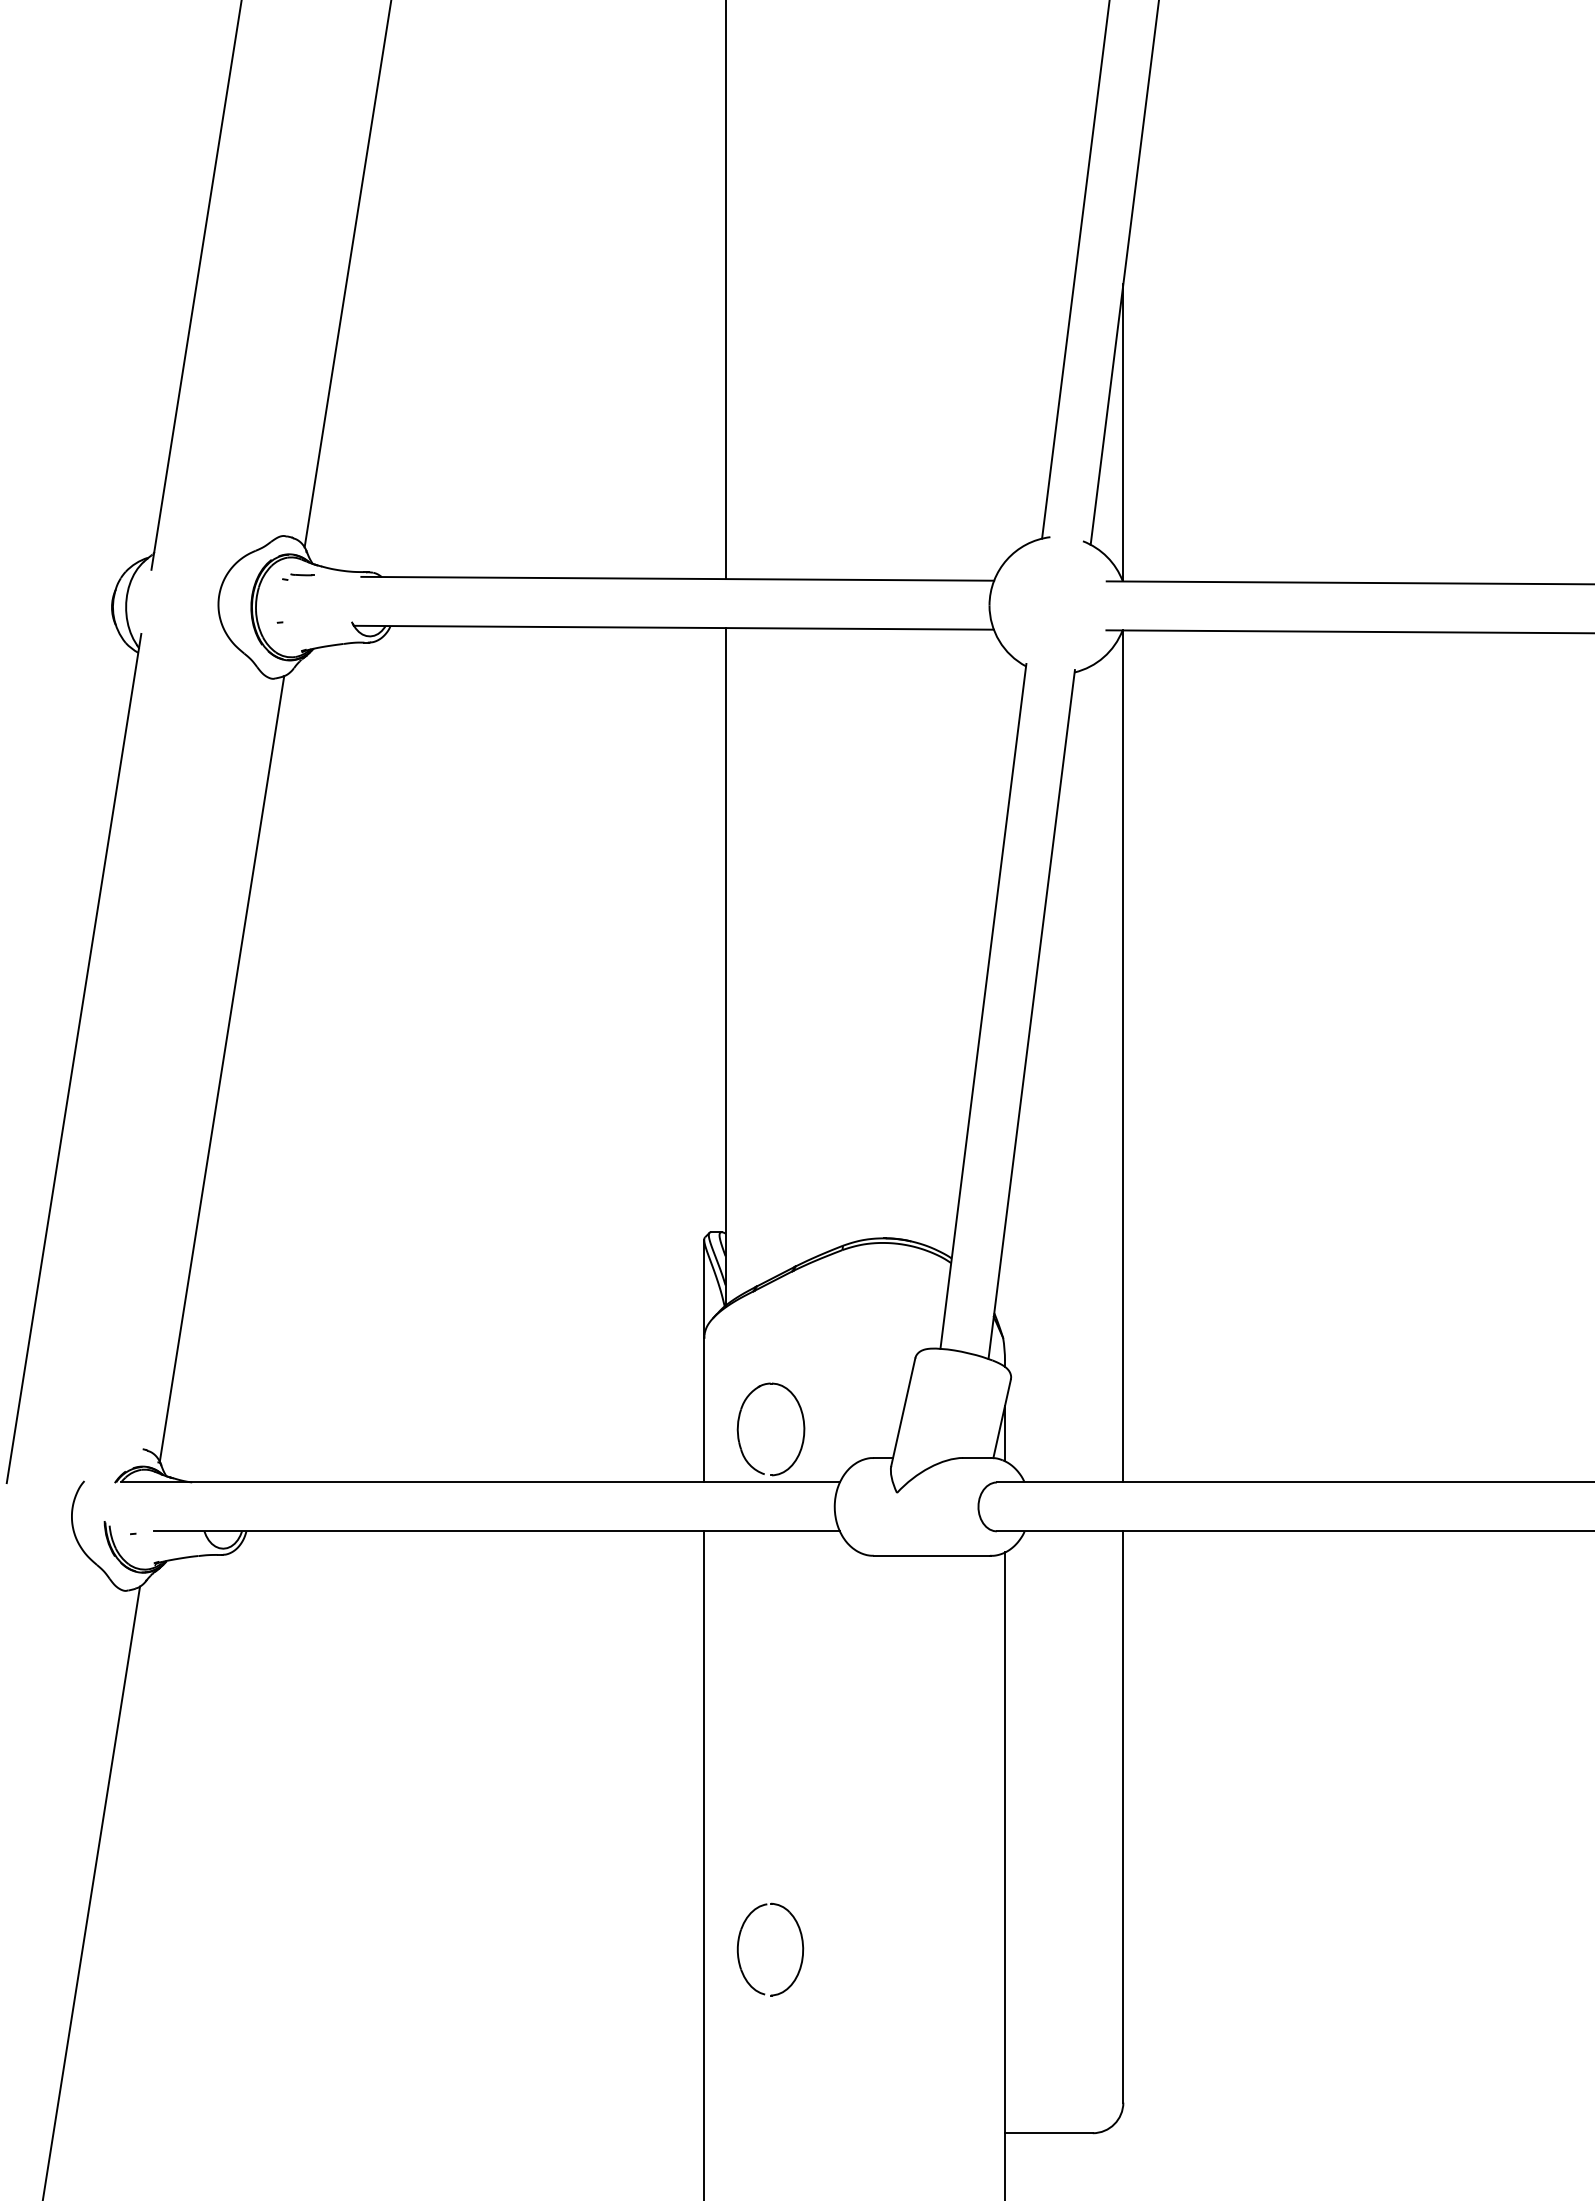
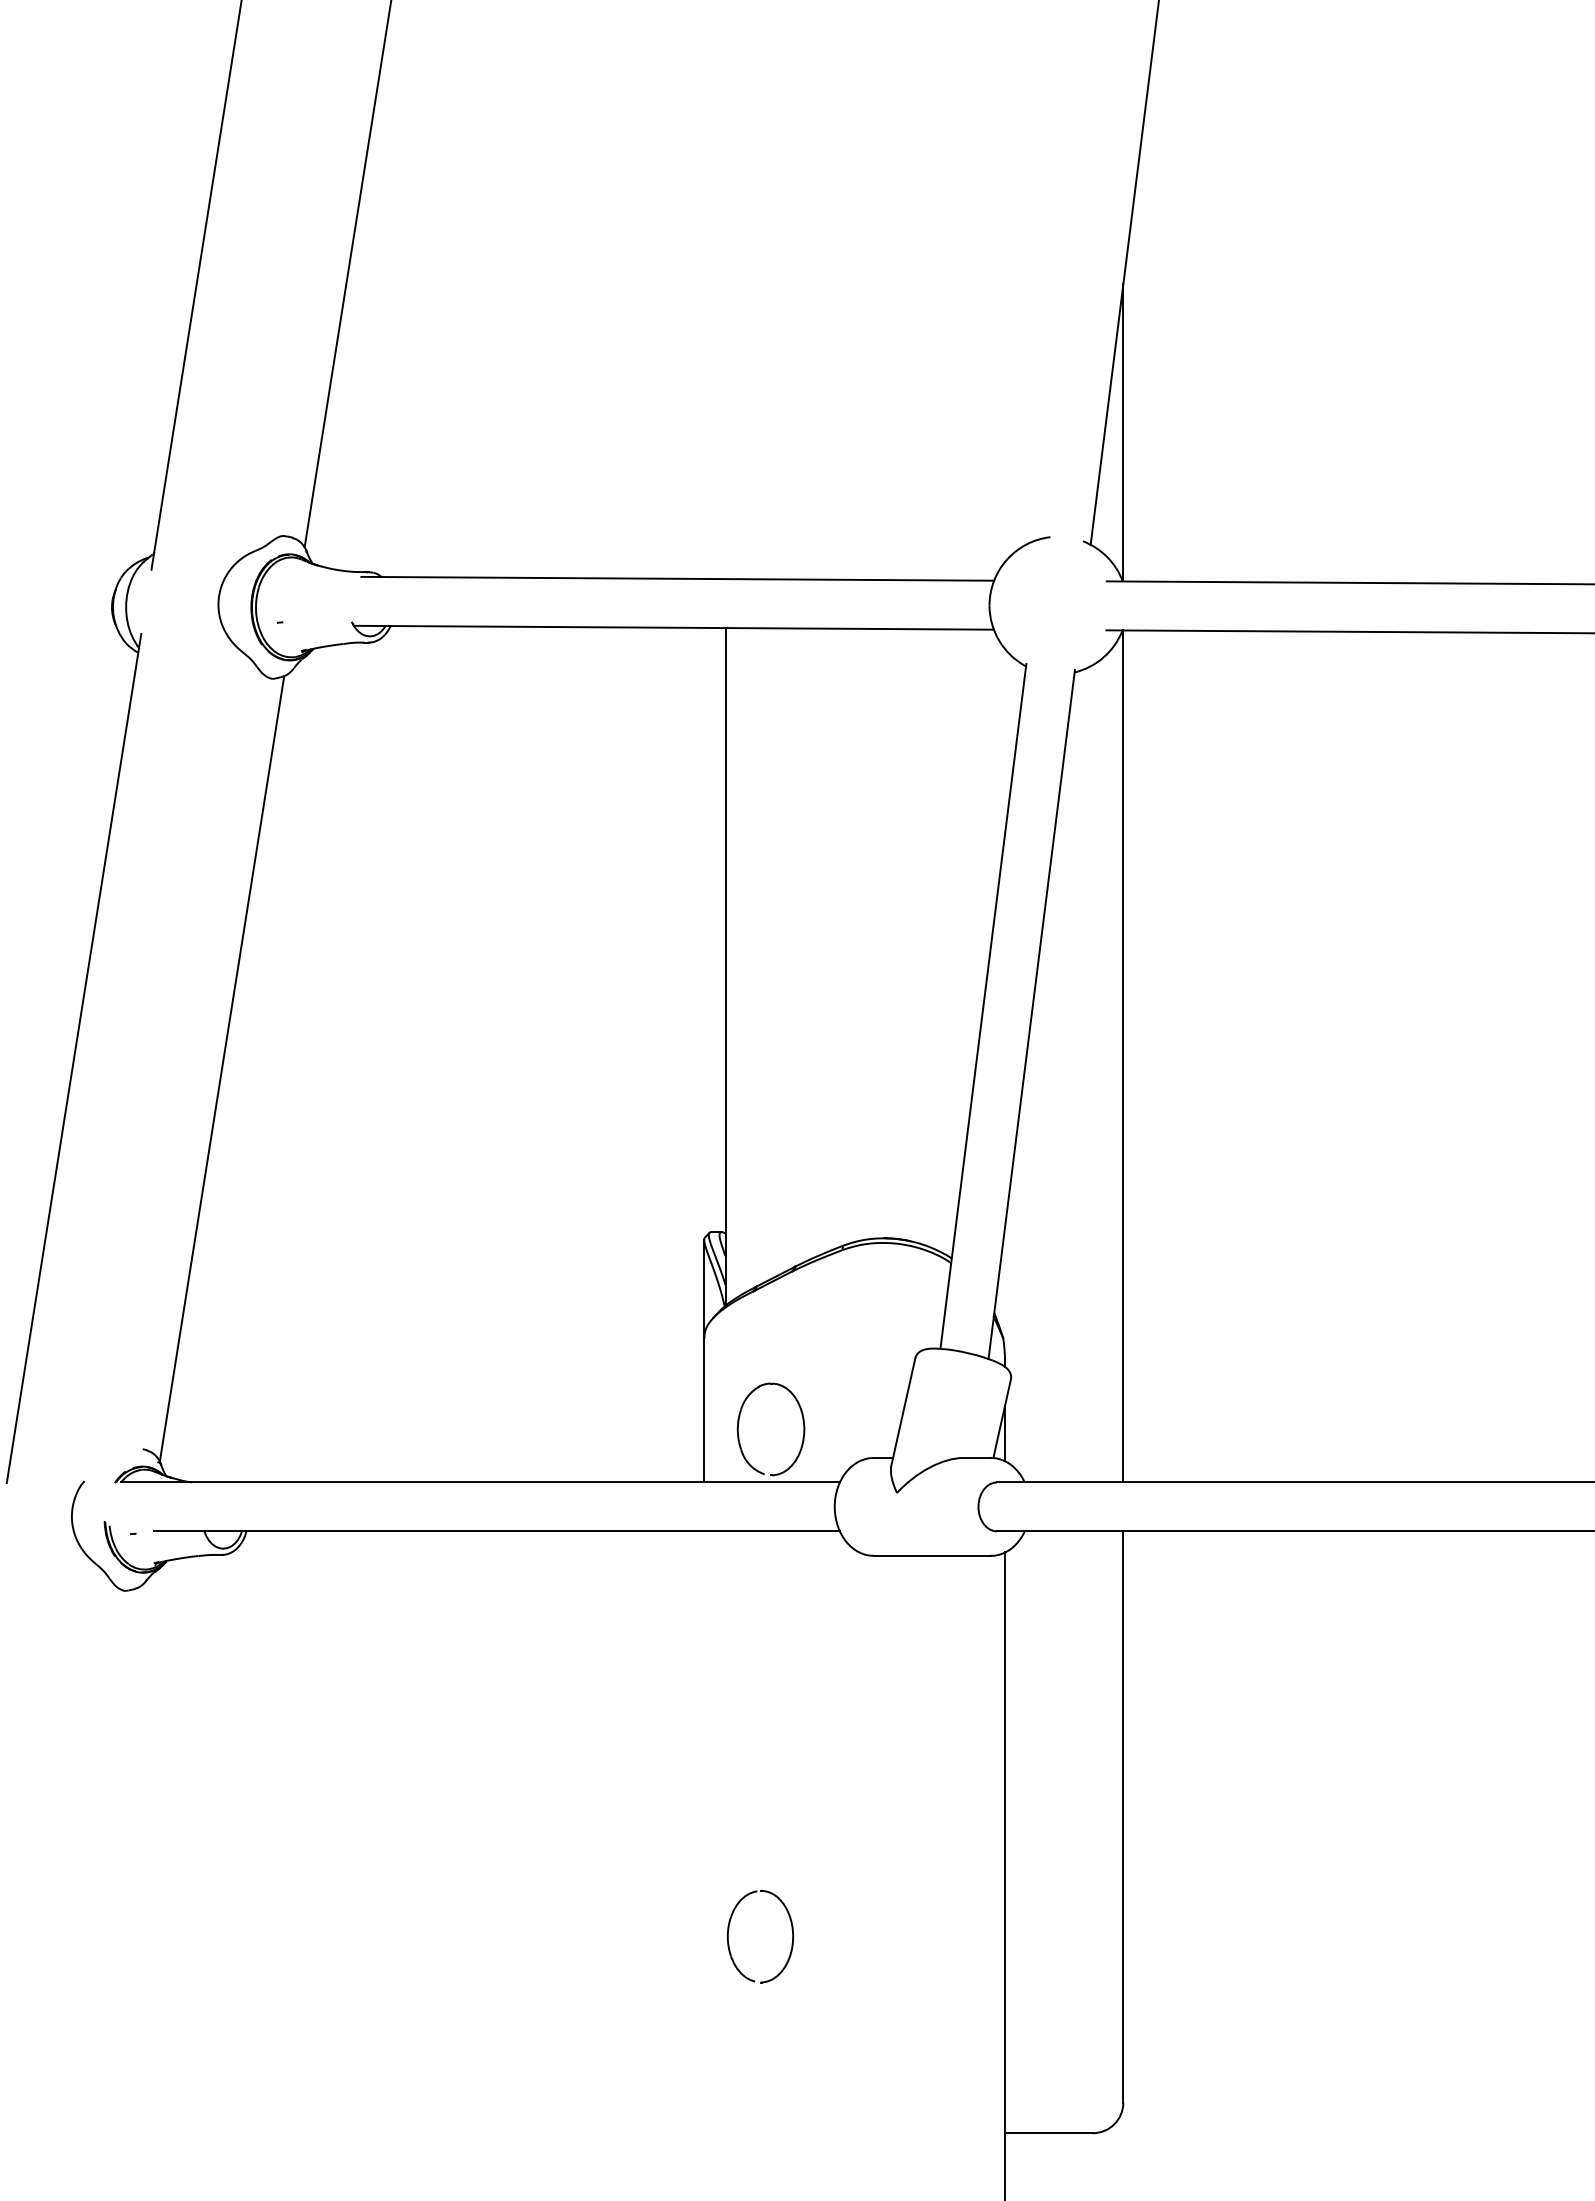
line at (1075, 270): present -> none
line at (725, 290): present -> none
part at (298, 576): present -> none
line at (704, 1864): present -> none
line at (91, 1891): present -> none
part at (739, 1942) position: (739, 1942) -> (729, 1929)
